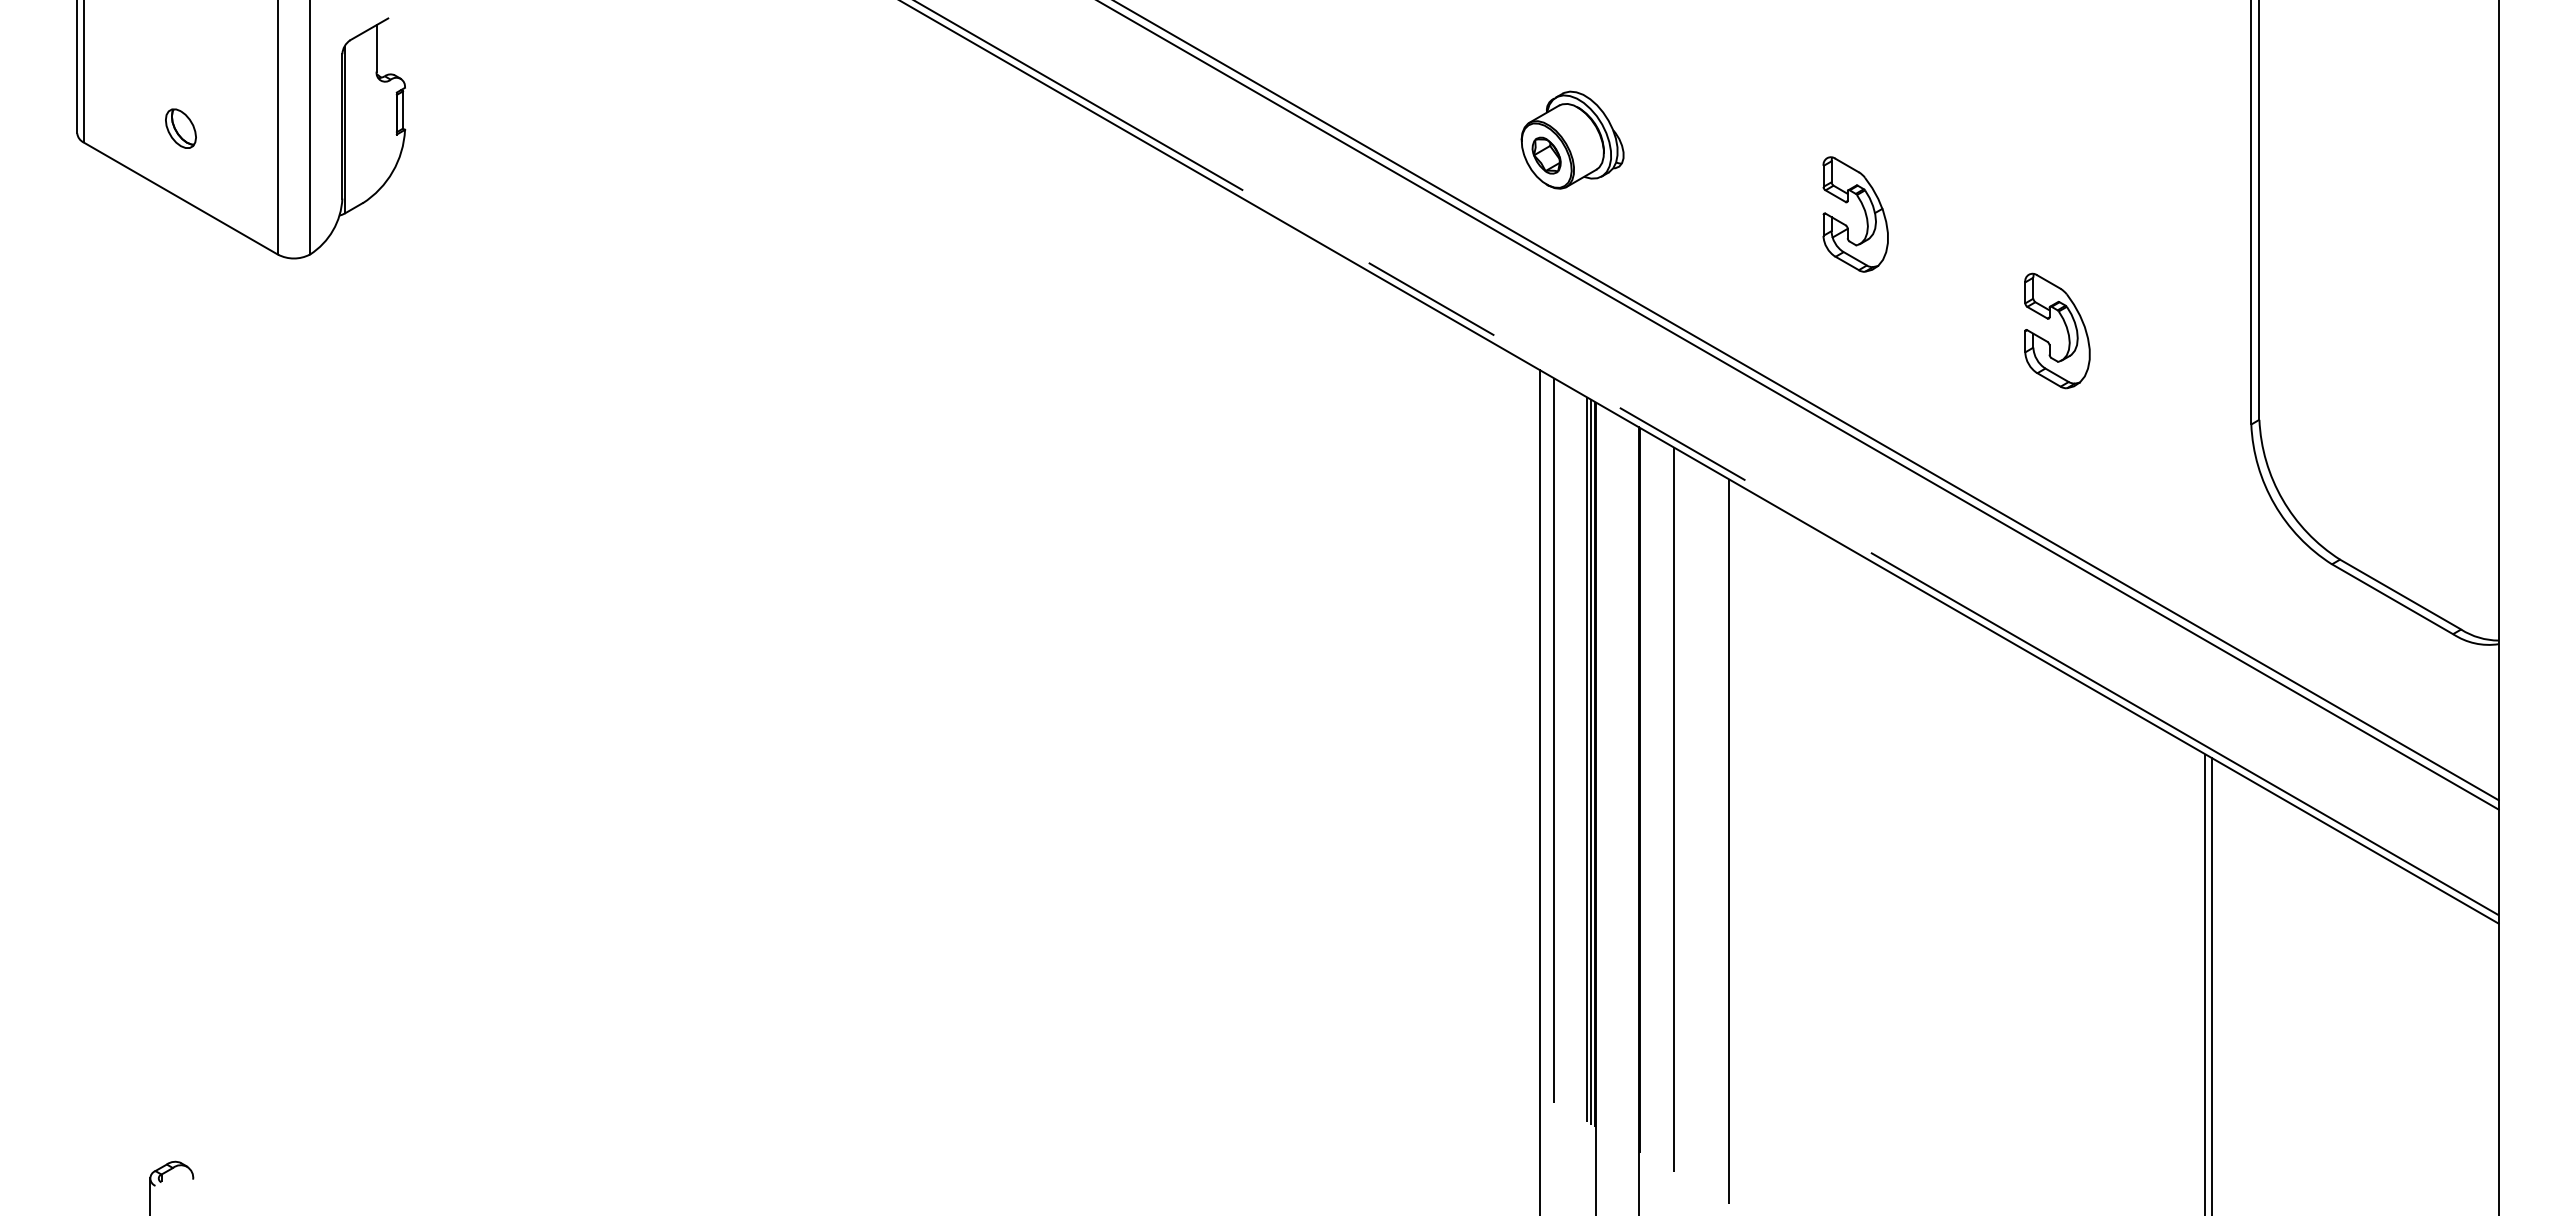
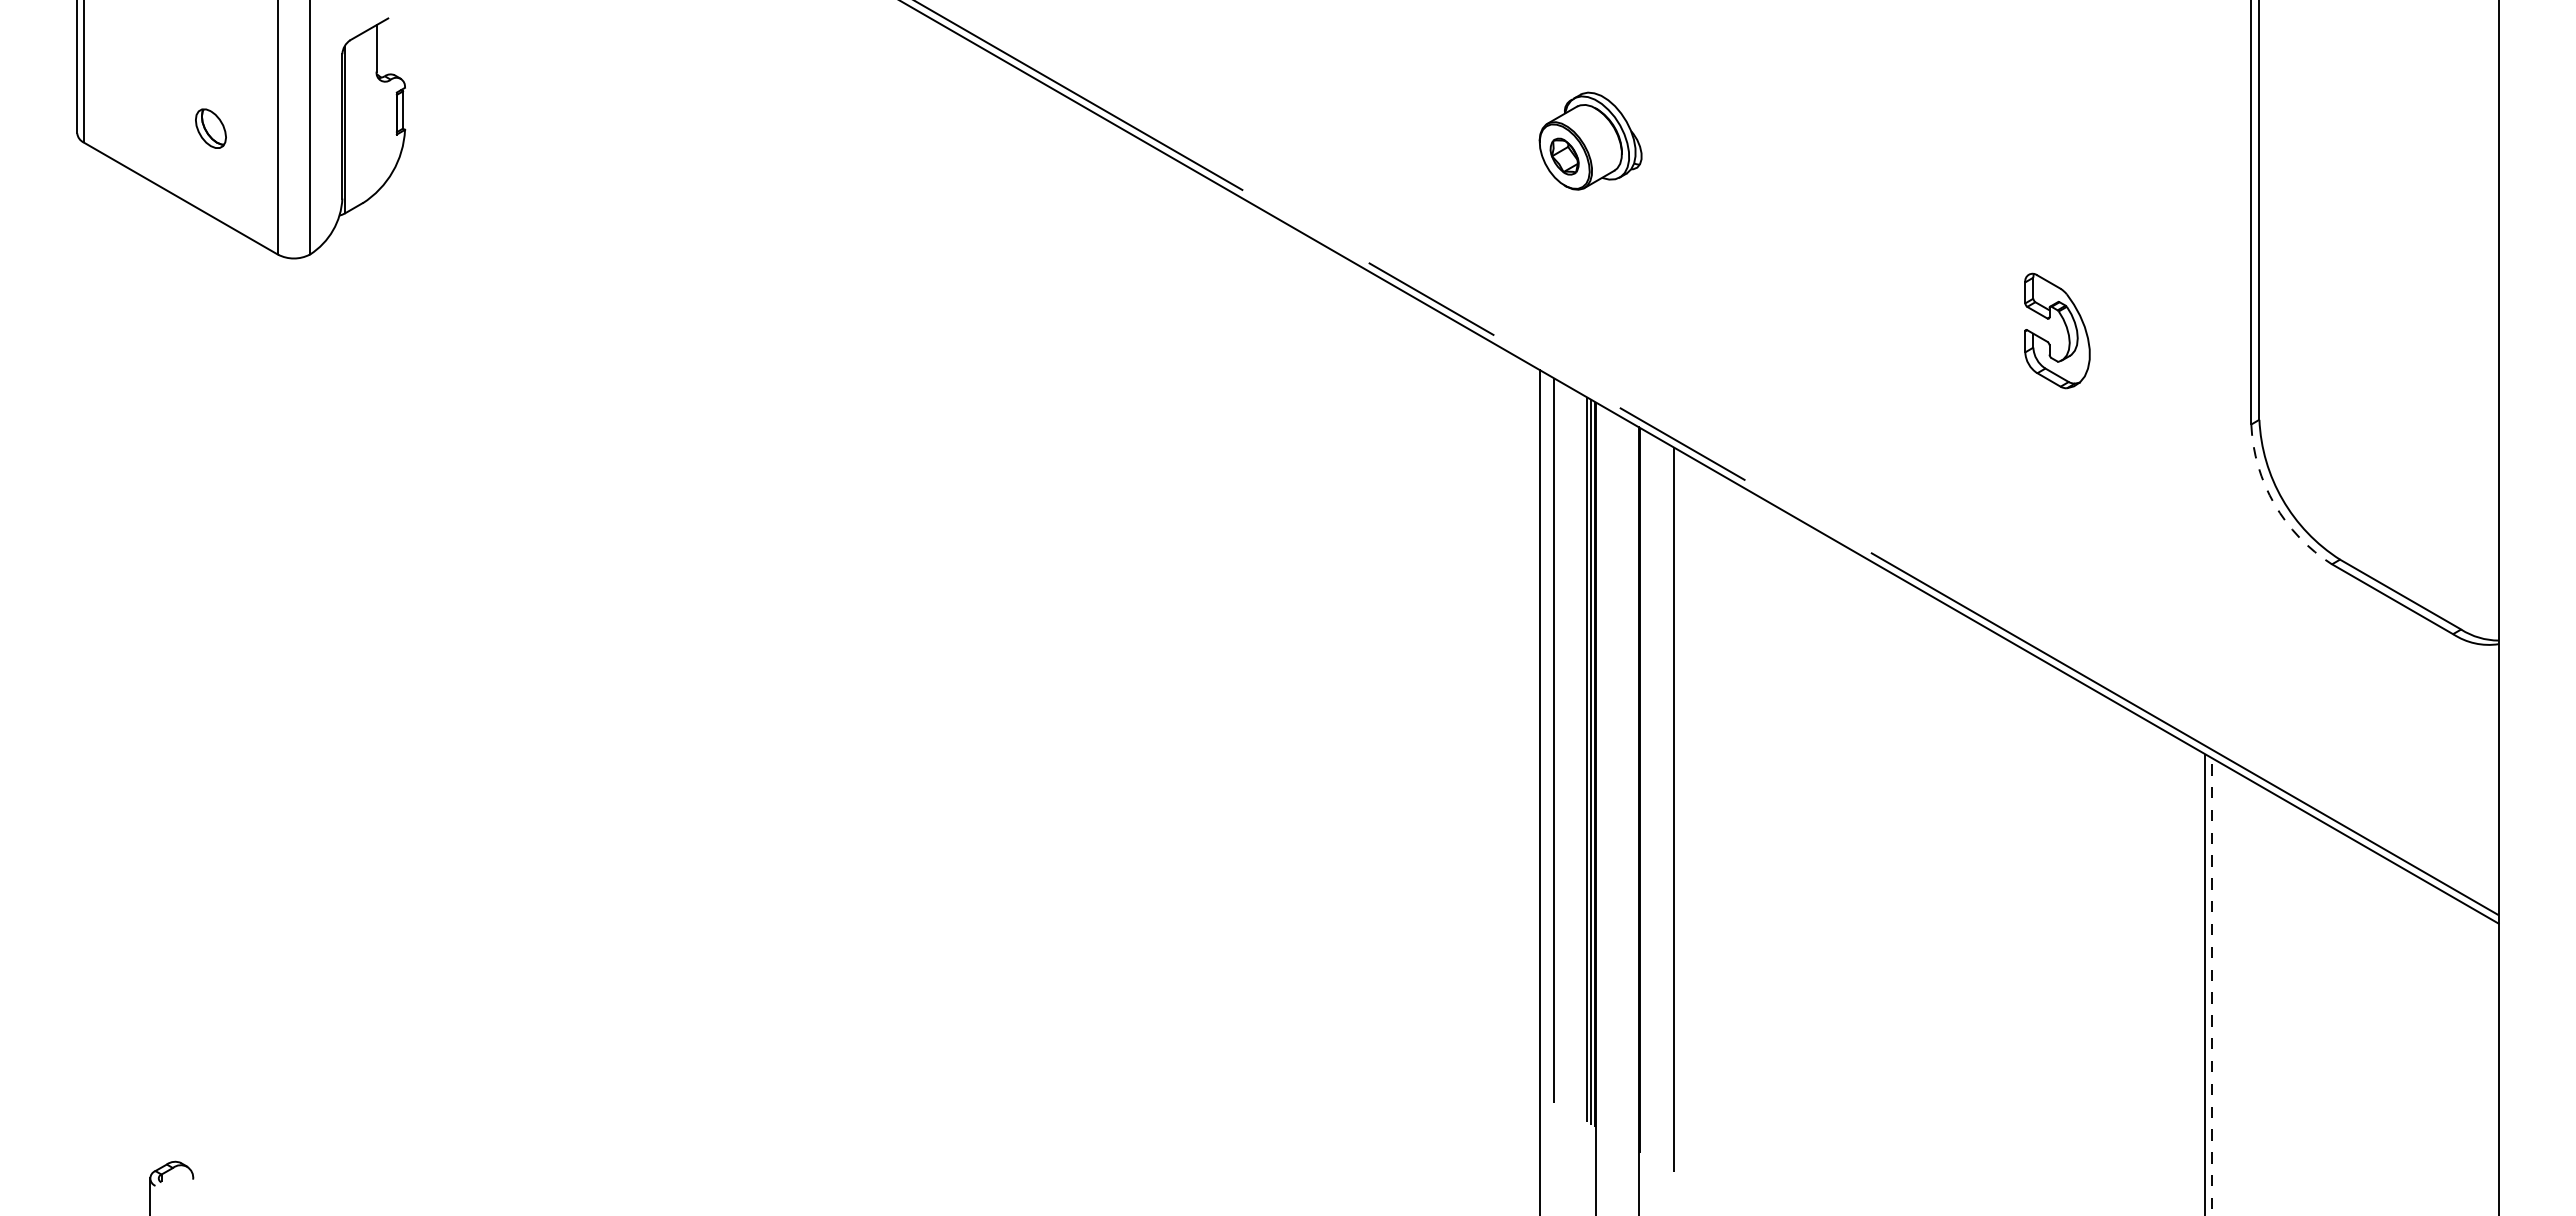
part at (180, 128) position: (180, 128) -> (210, 128)
part at (1572, 139) position: (1572, 139) -> (1590, 140)
part at (1864, 213): present -> none
line at (1807, 401): present -> none
line at (1798, 405): present -> none
arc at (2274, 504): solid -> dashed
line at (1729, 845): present -> none
line at (2211, 986): solid -> dashed
